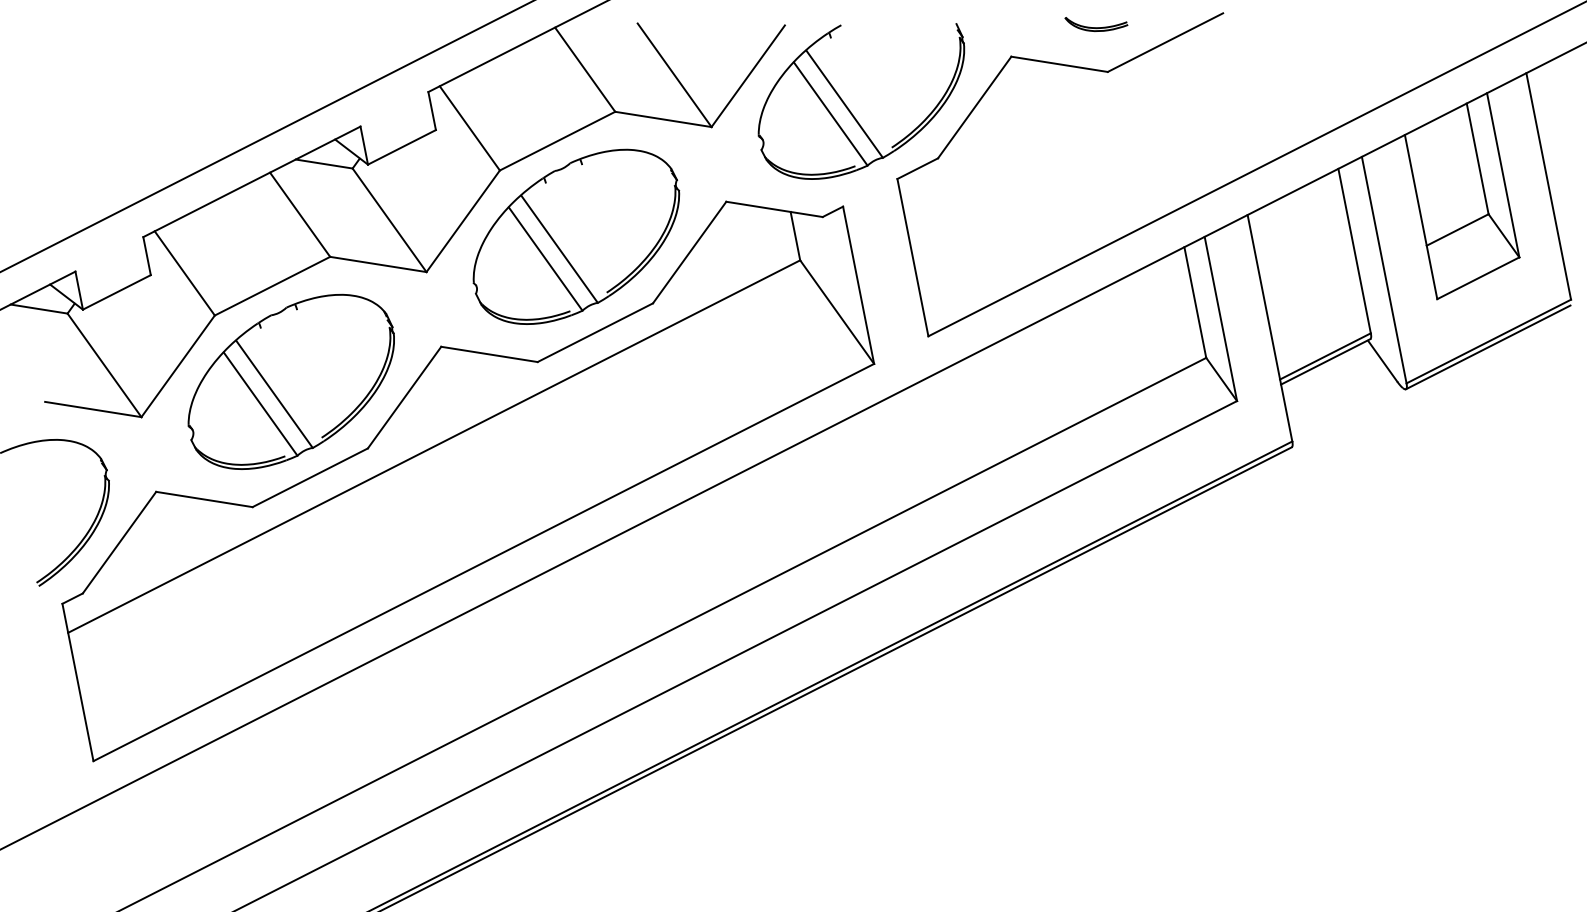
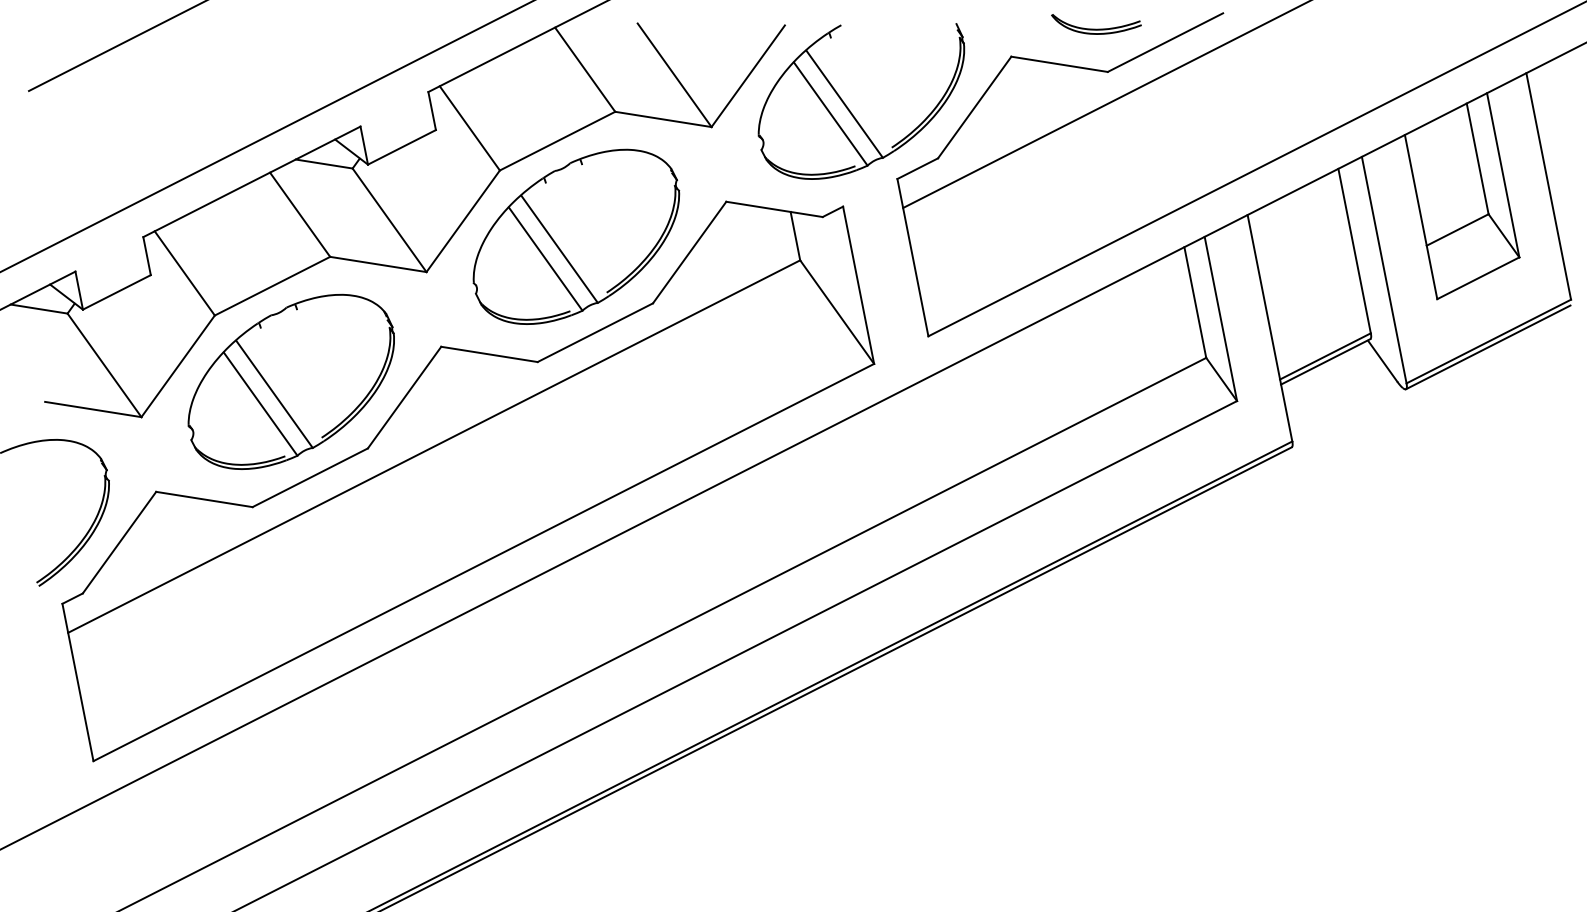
part at (1096, 24) size: 65x15 px -> 91x21 px
line at (115, 46): none -> present
line at (1105, 105): none -> present
